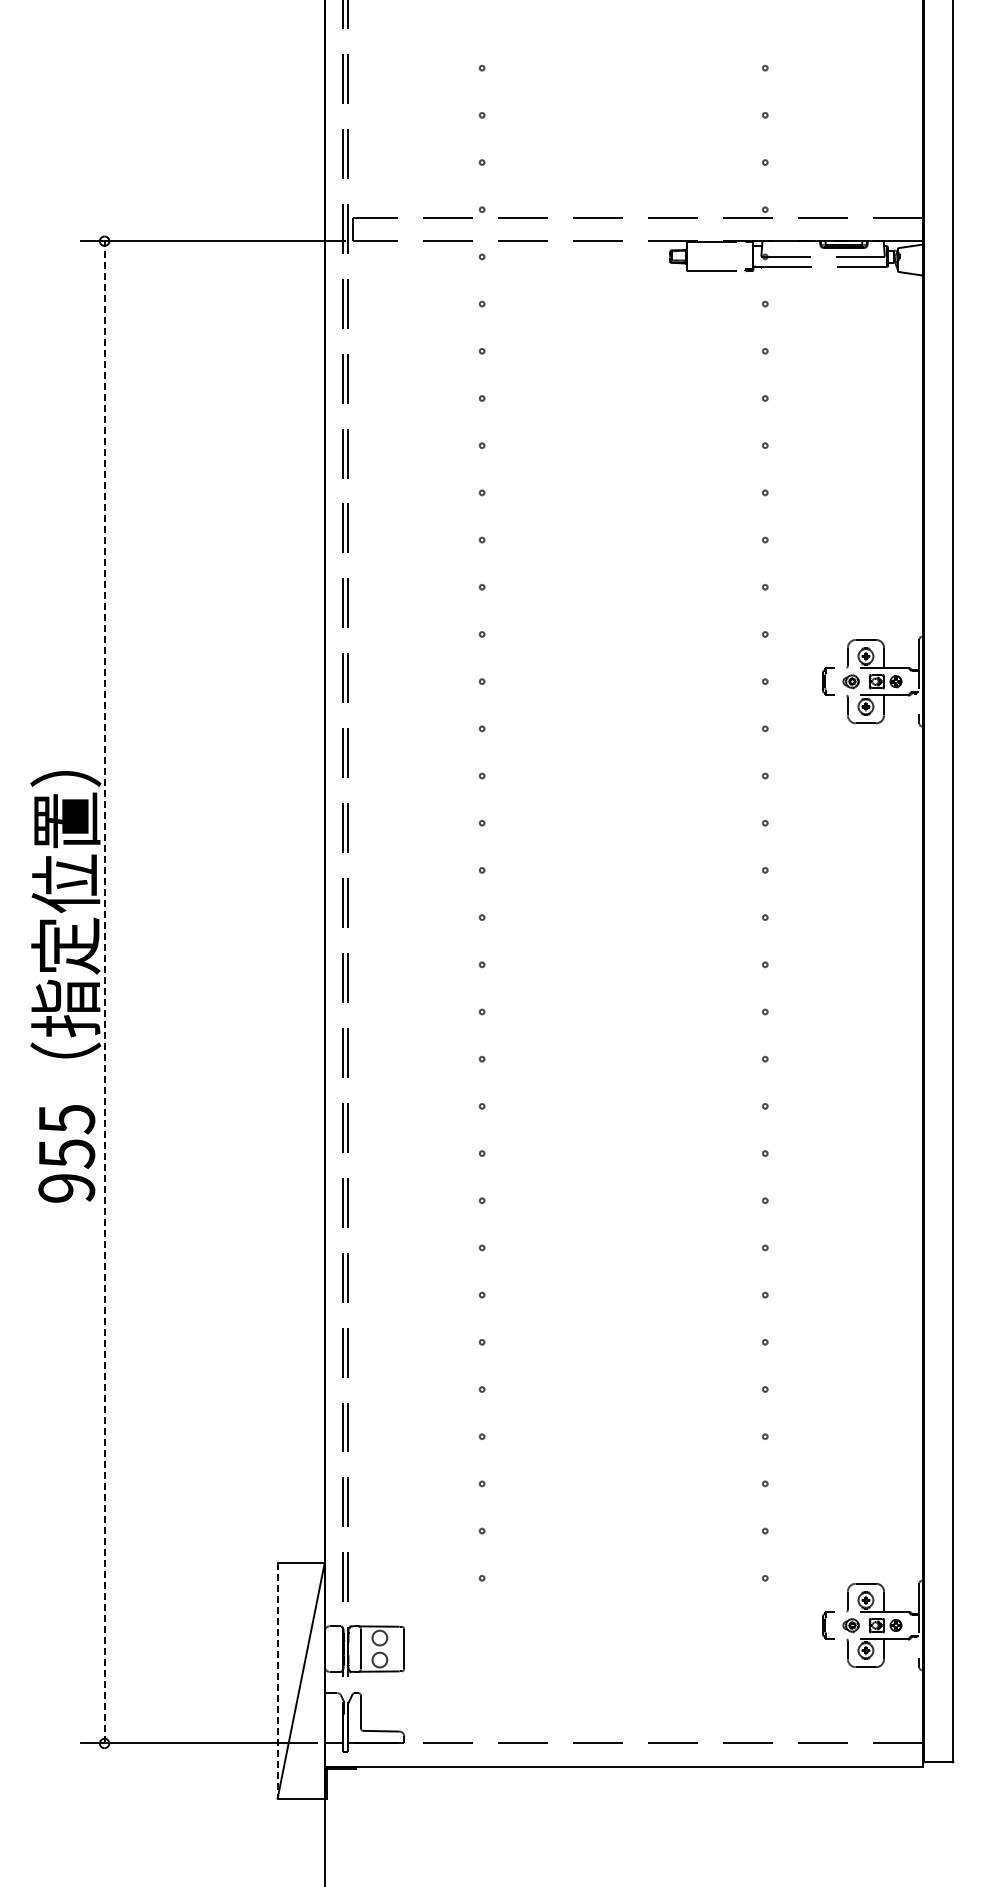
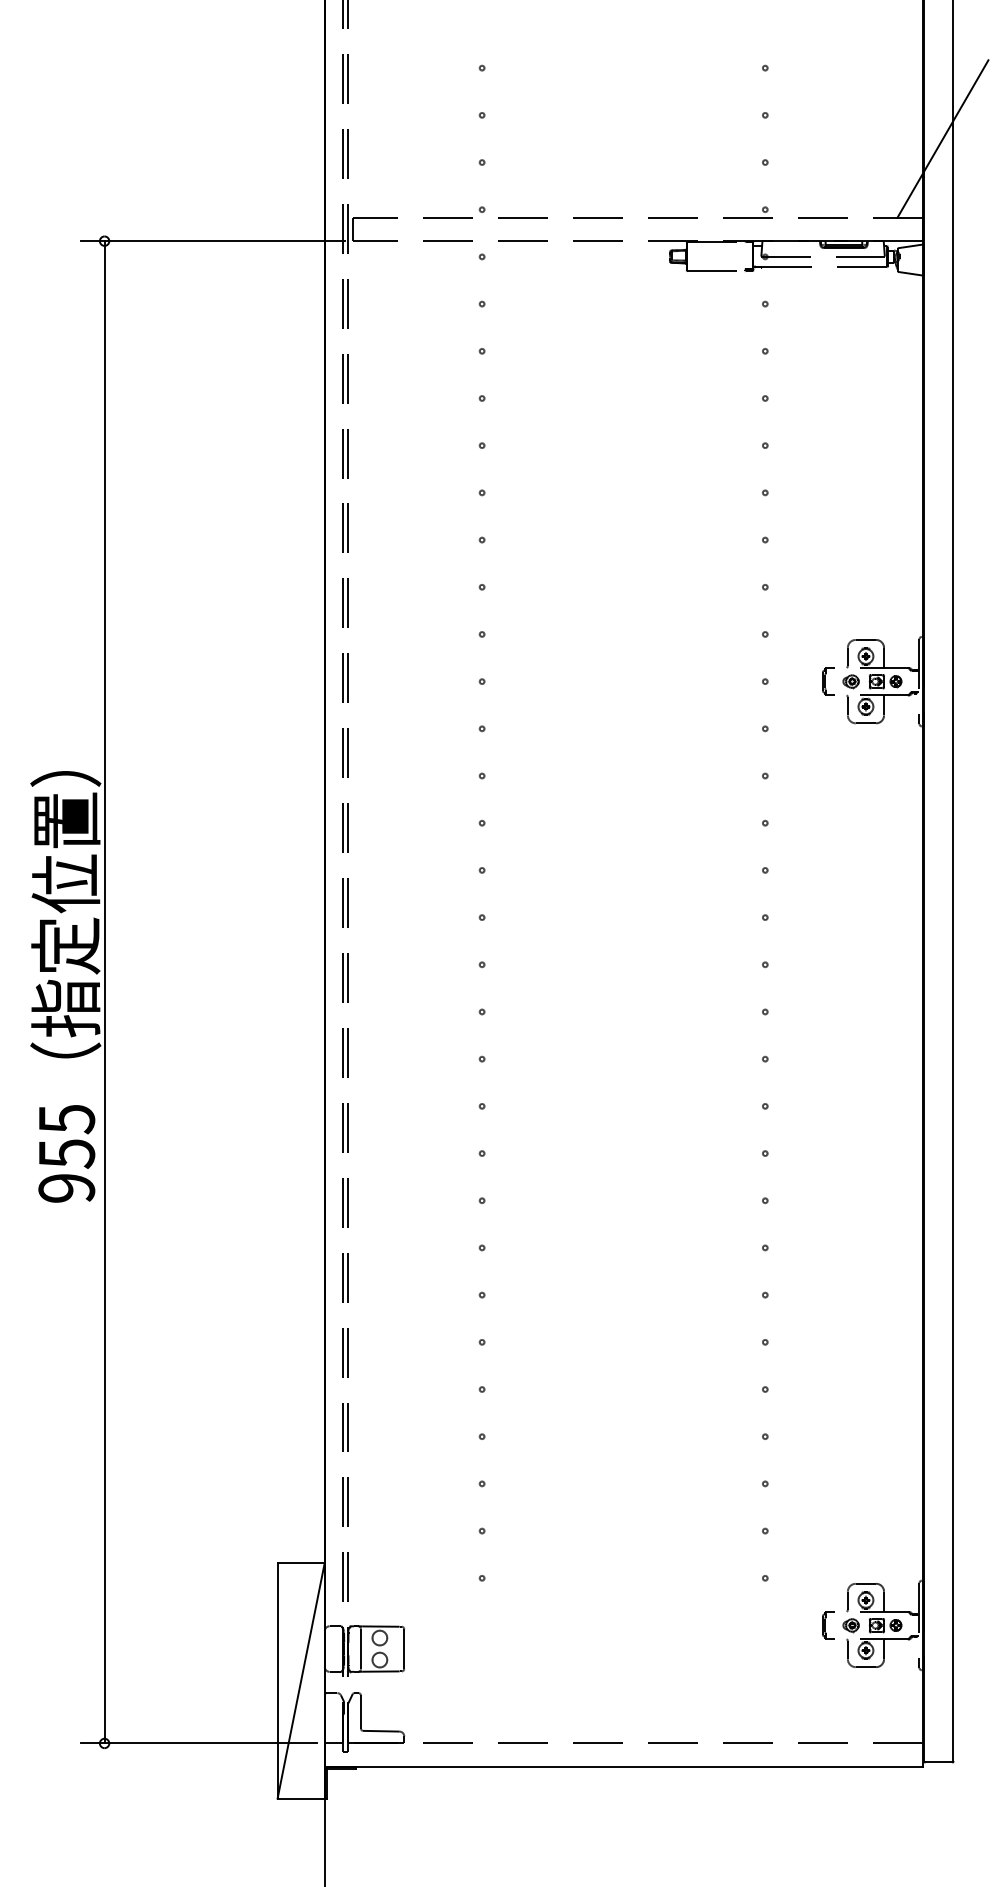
line at (942, 138): none -> present
line at (104, 991): dashed -> solid
line at (277, 1680): dashed -> solid
